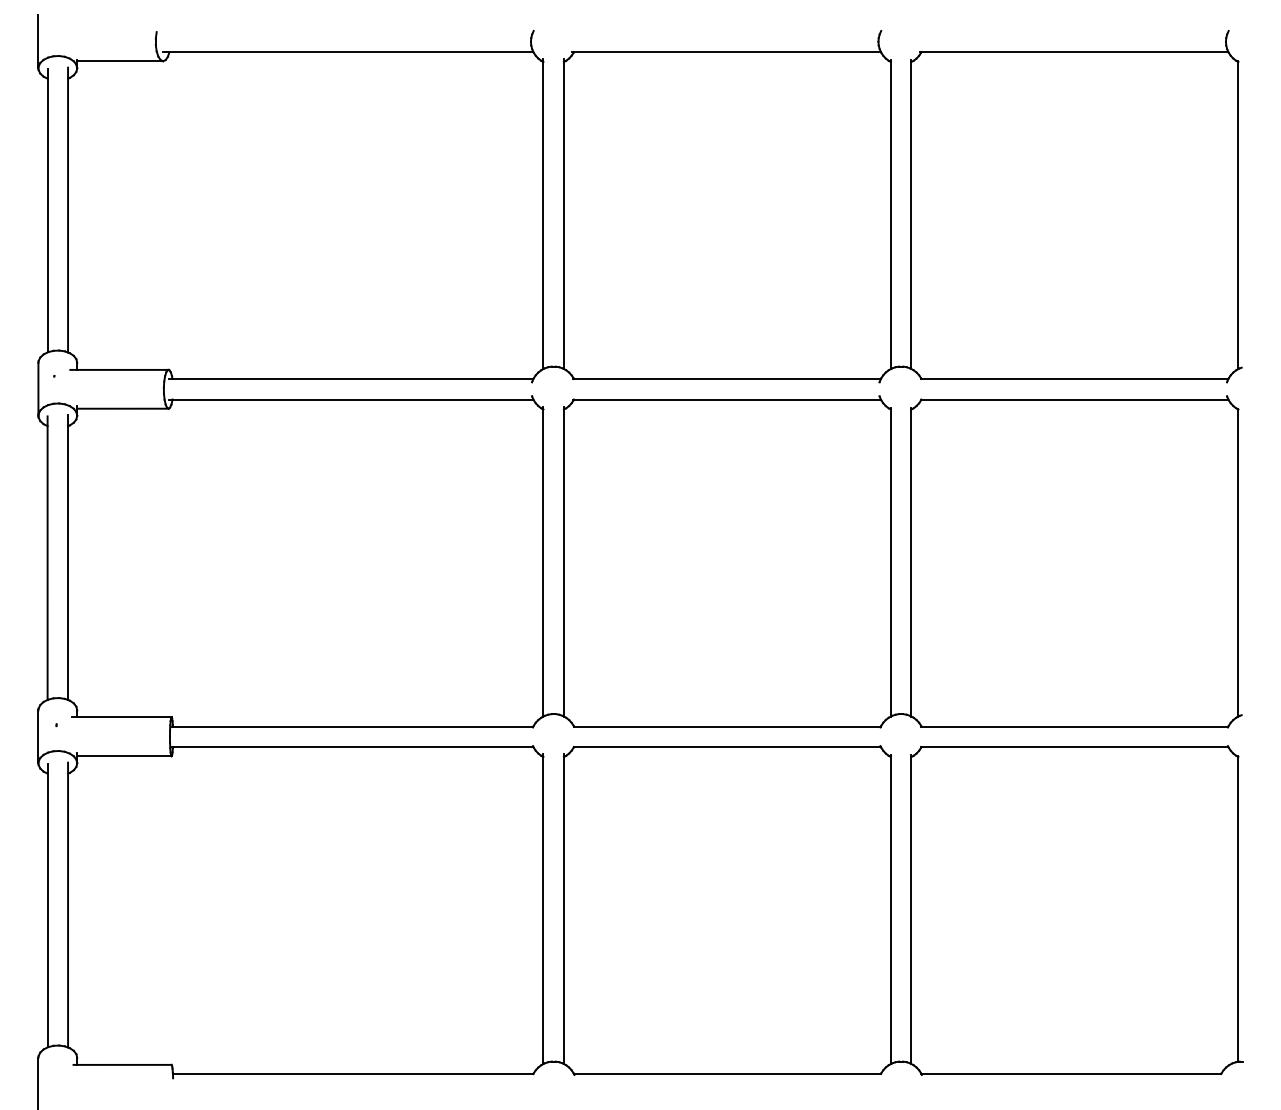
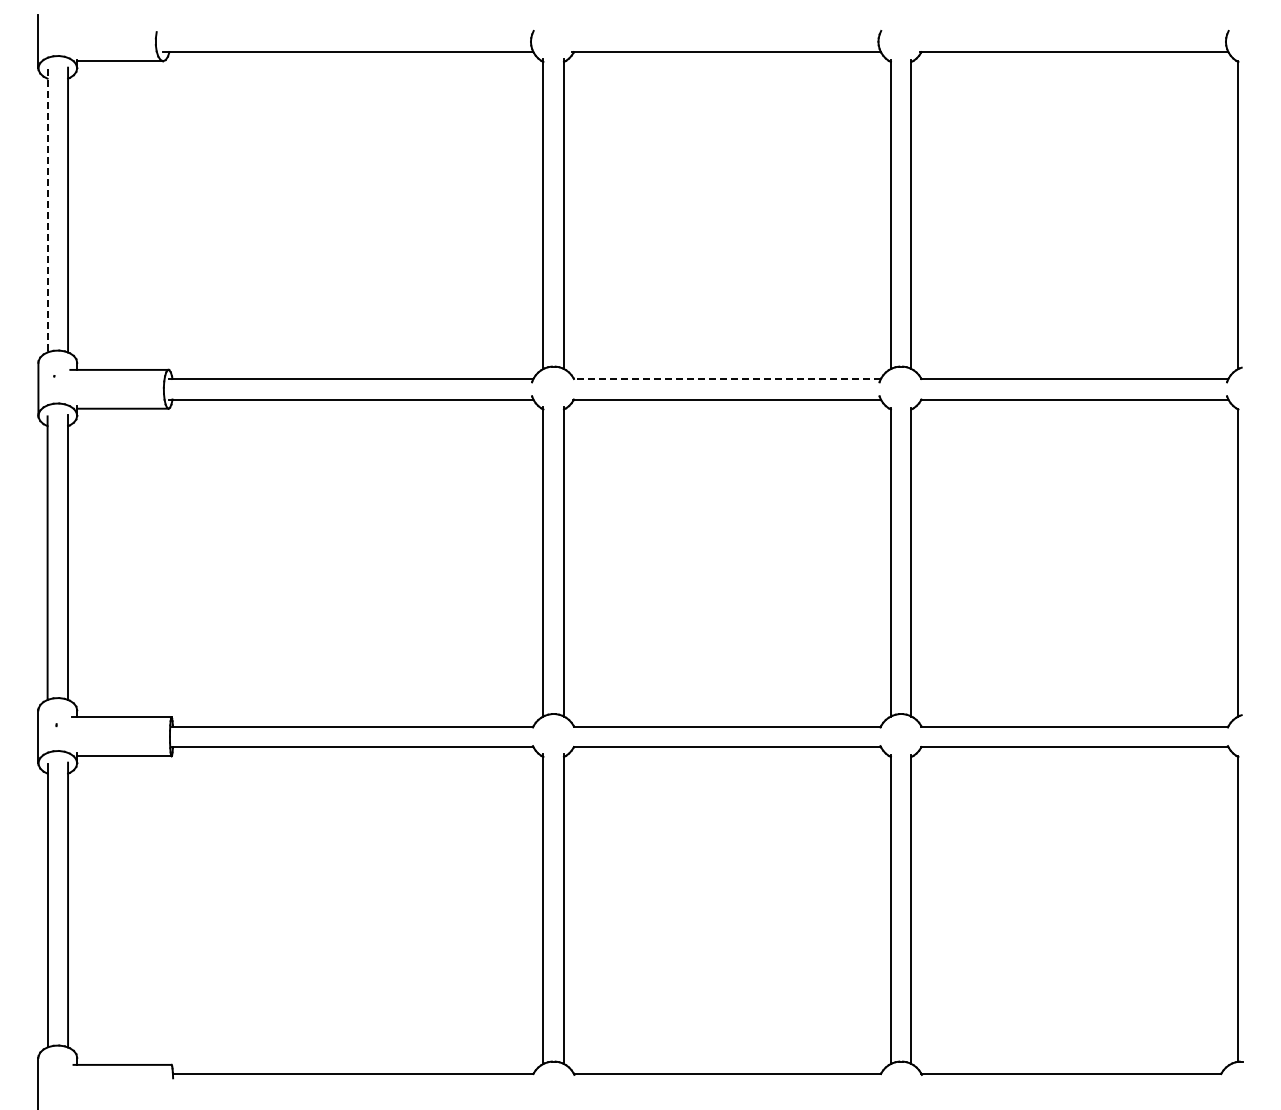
line at (47, 210): solid -> dashed
line at (727, 379): solid -> dashed
